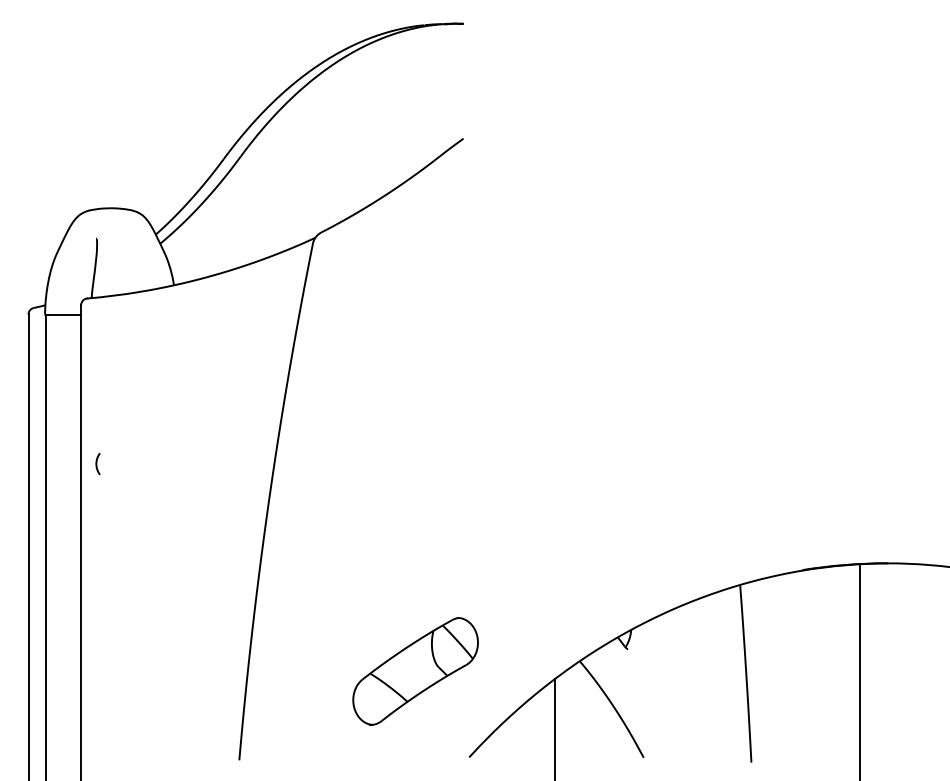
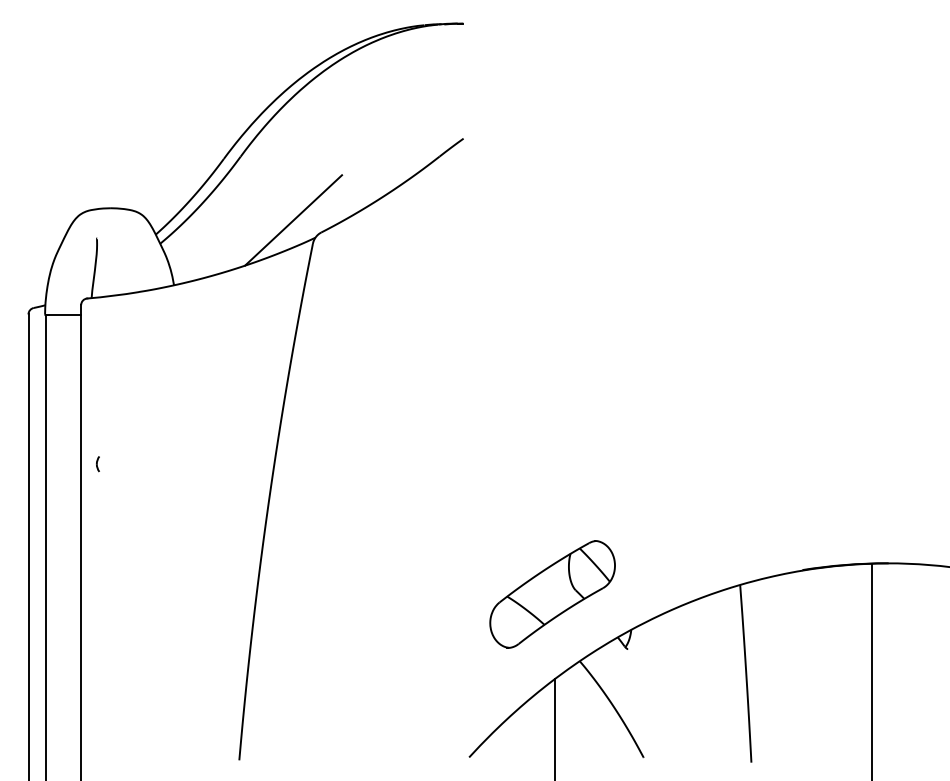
line at (293, 220): none -> present
part at (97, 464) size: 6x23 px -> 4x17 px
line at (859, 670) position: (859, 670) -> (871, 670)
part at (415, 671) position: (415, 671) -> (552, 594)
